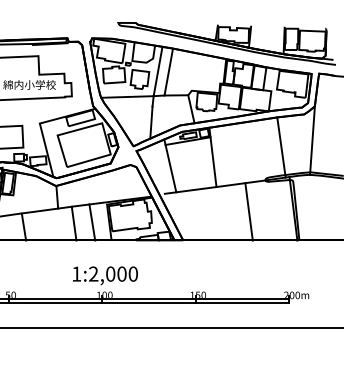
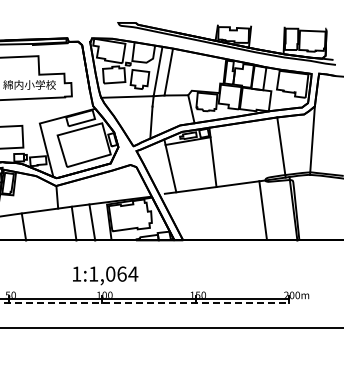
line at (248, 211) position: (248, 211) -> (262, 209)
text at (113, 273): 1:2,000 -> 1:1,064
line at (145, 303): solid -> dashed
